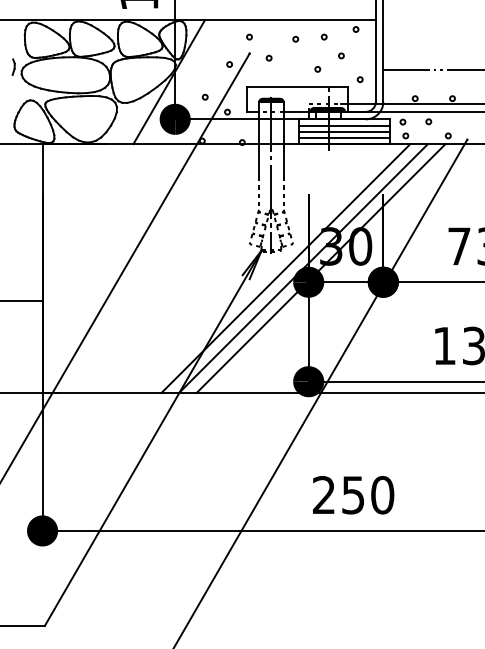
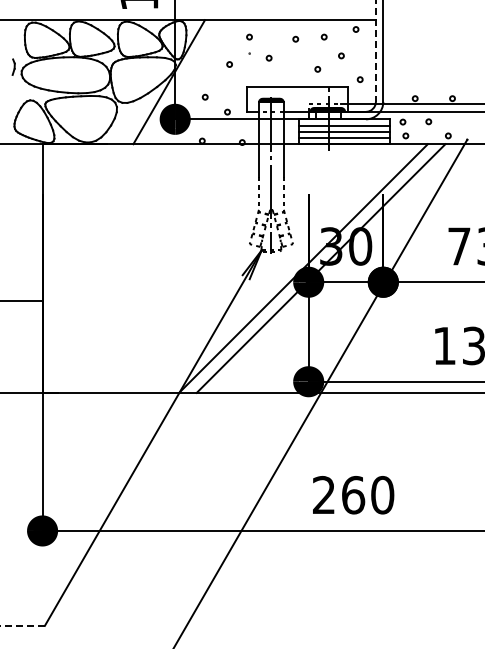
line at (375, 51): solid -> dashed
line at (432, 69): present -> none
line at (125, 266): present -> none
line at (285, 268): present -> none
text at (353, 495): 250 -> 260
line at (22, 625): solid -> dashed
